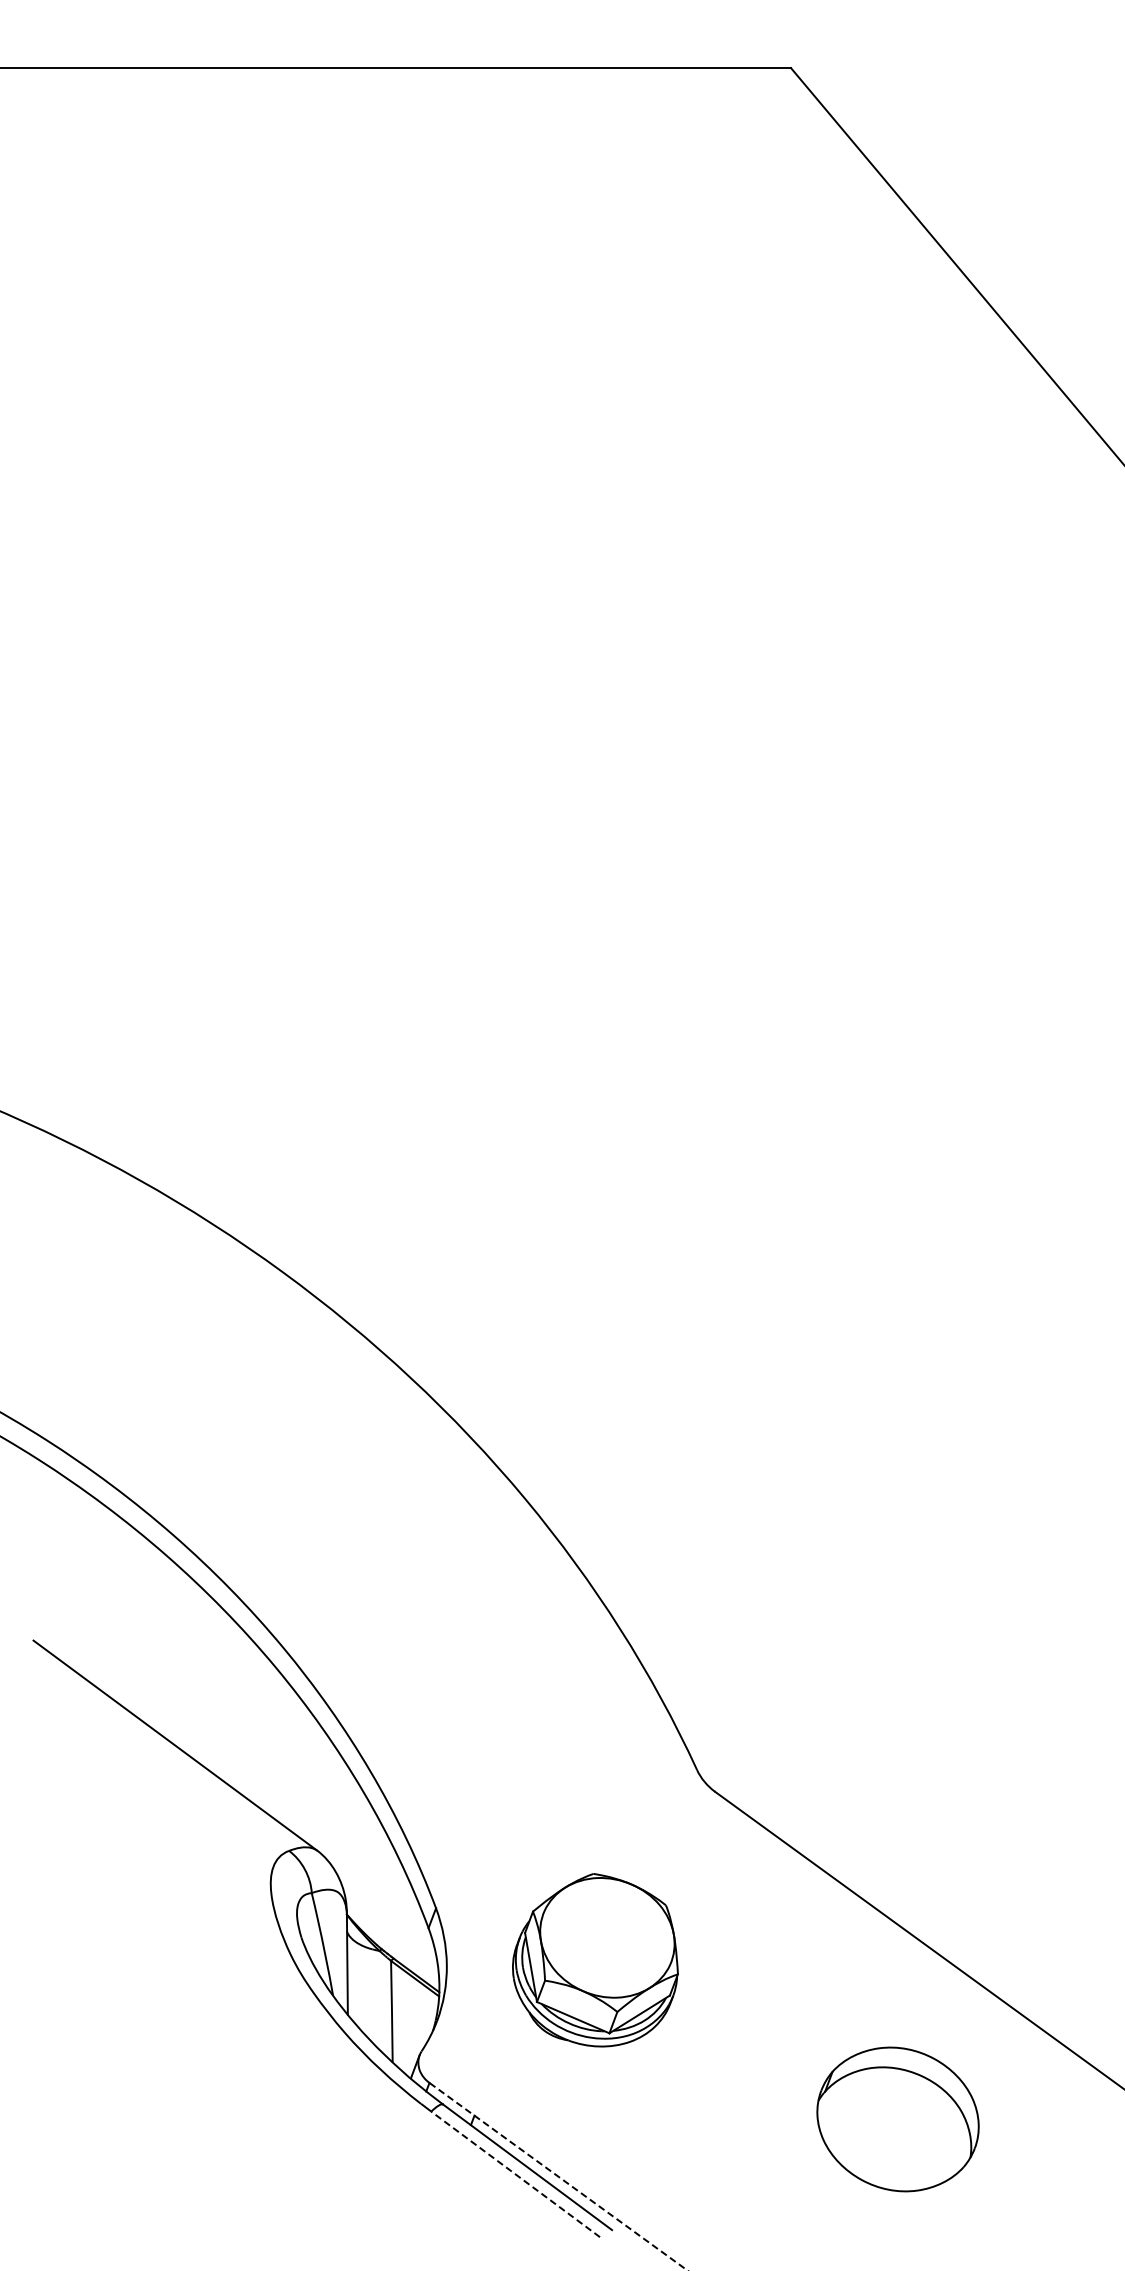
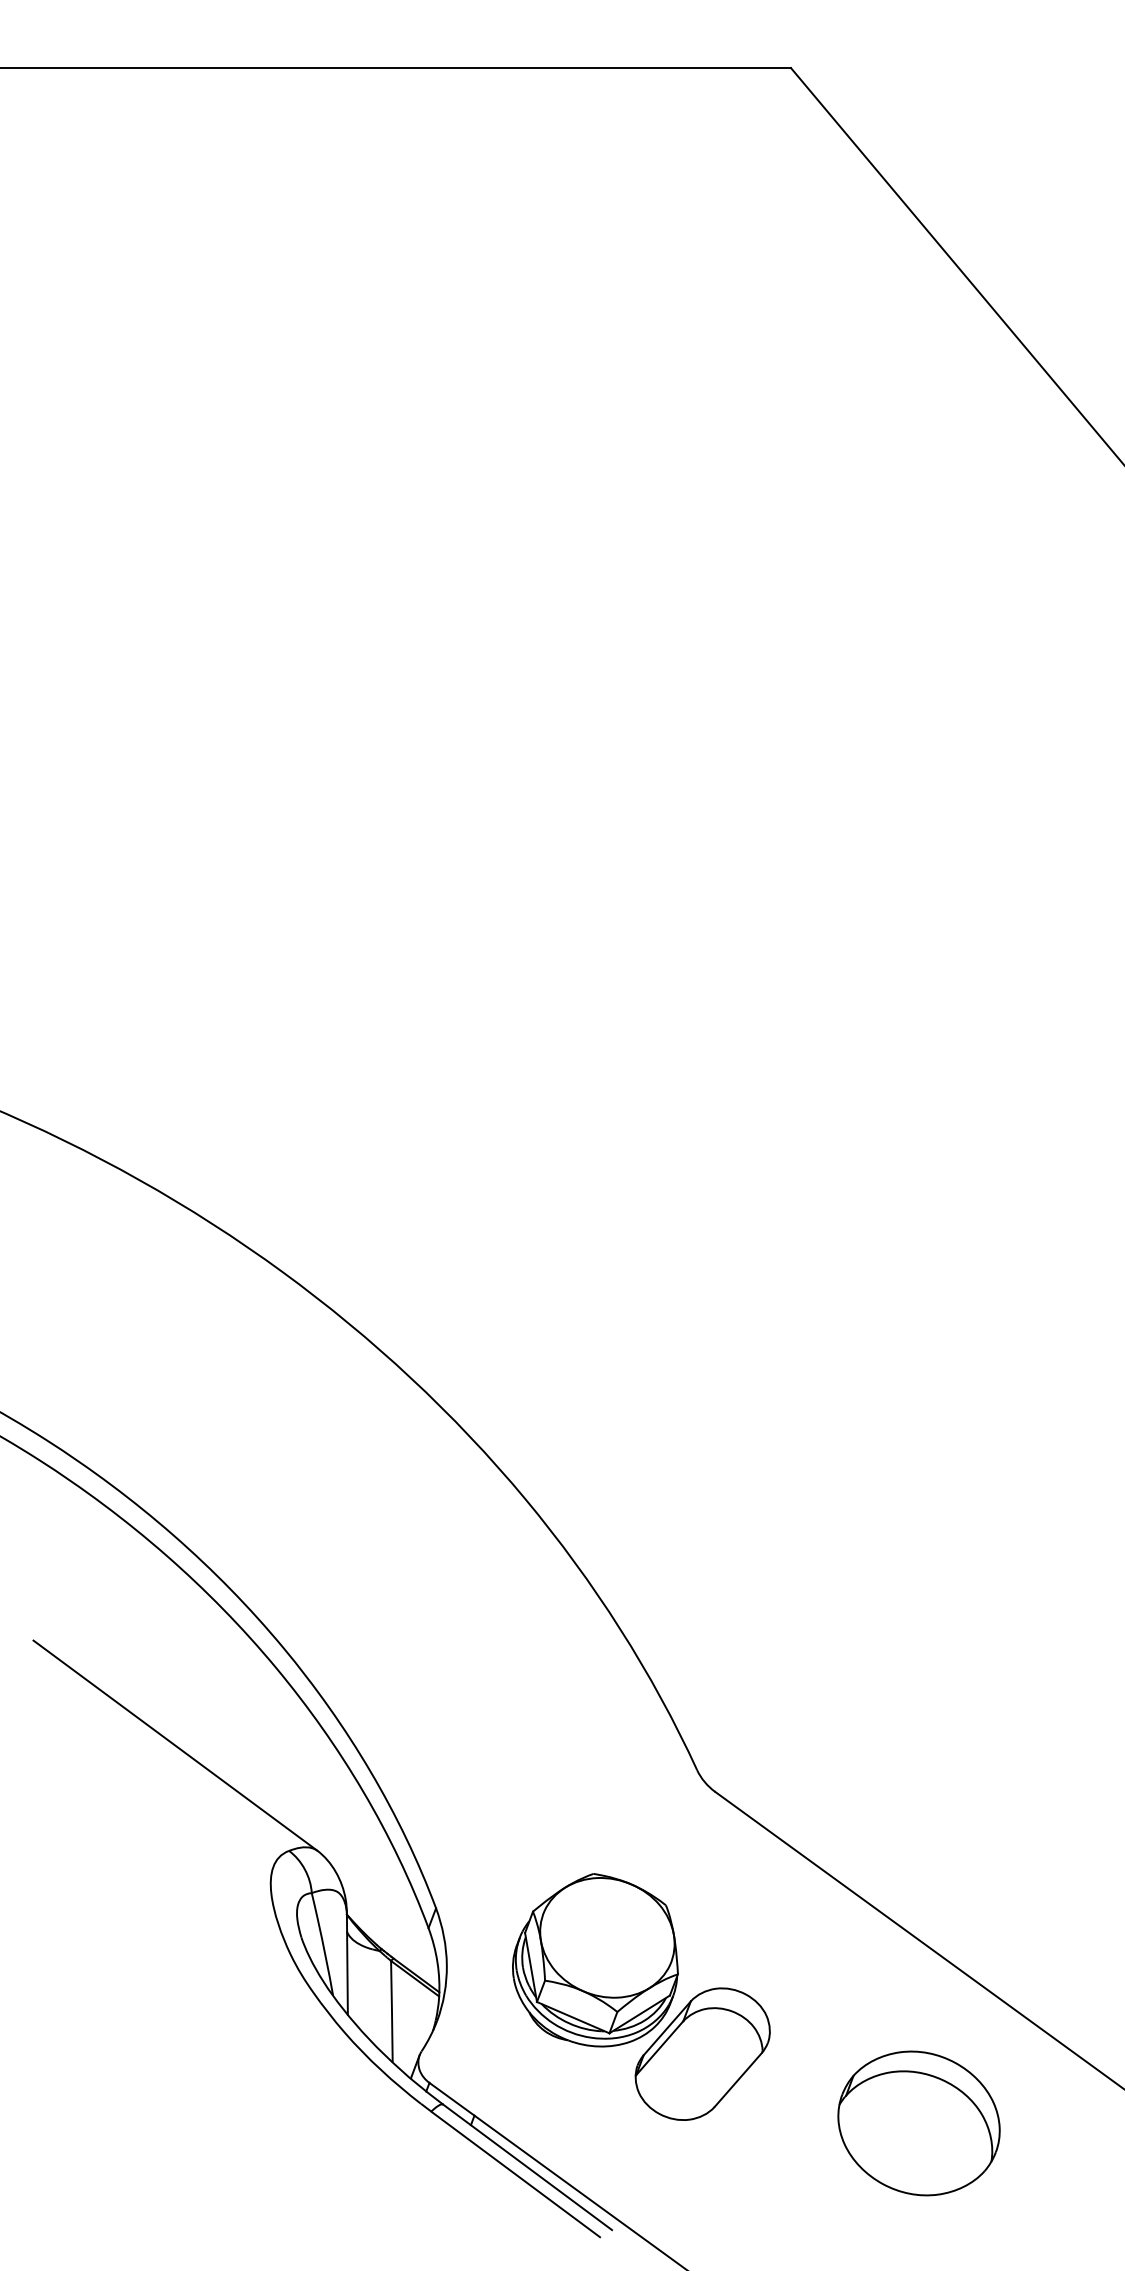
part at (702, 2053): none -> present
part at (897, 2119) position: (897, 2119) -> (918, 2123)
line at (515, 2174): dashed -> solid
line at (558, 2176): dashed -> solid
